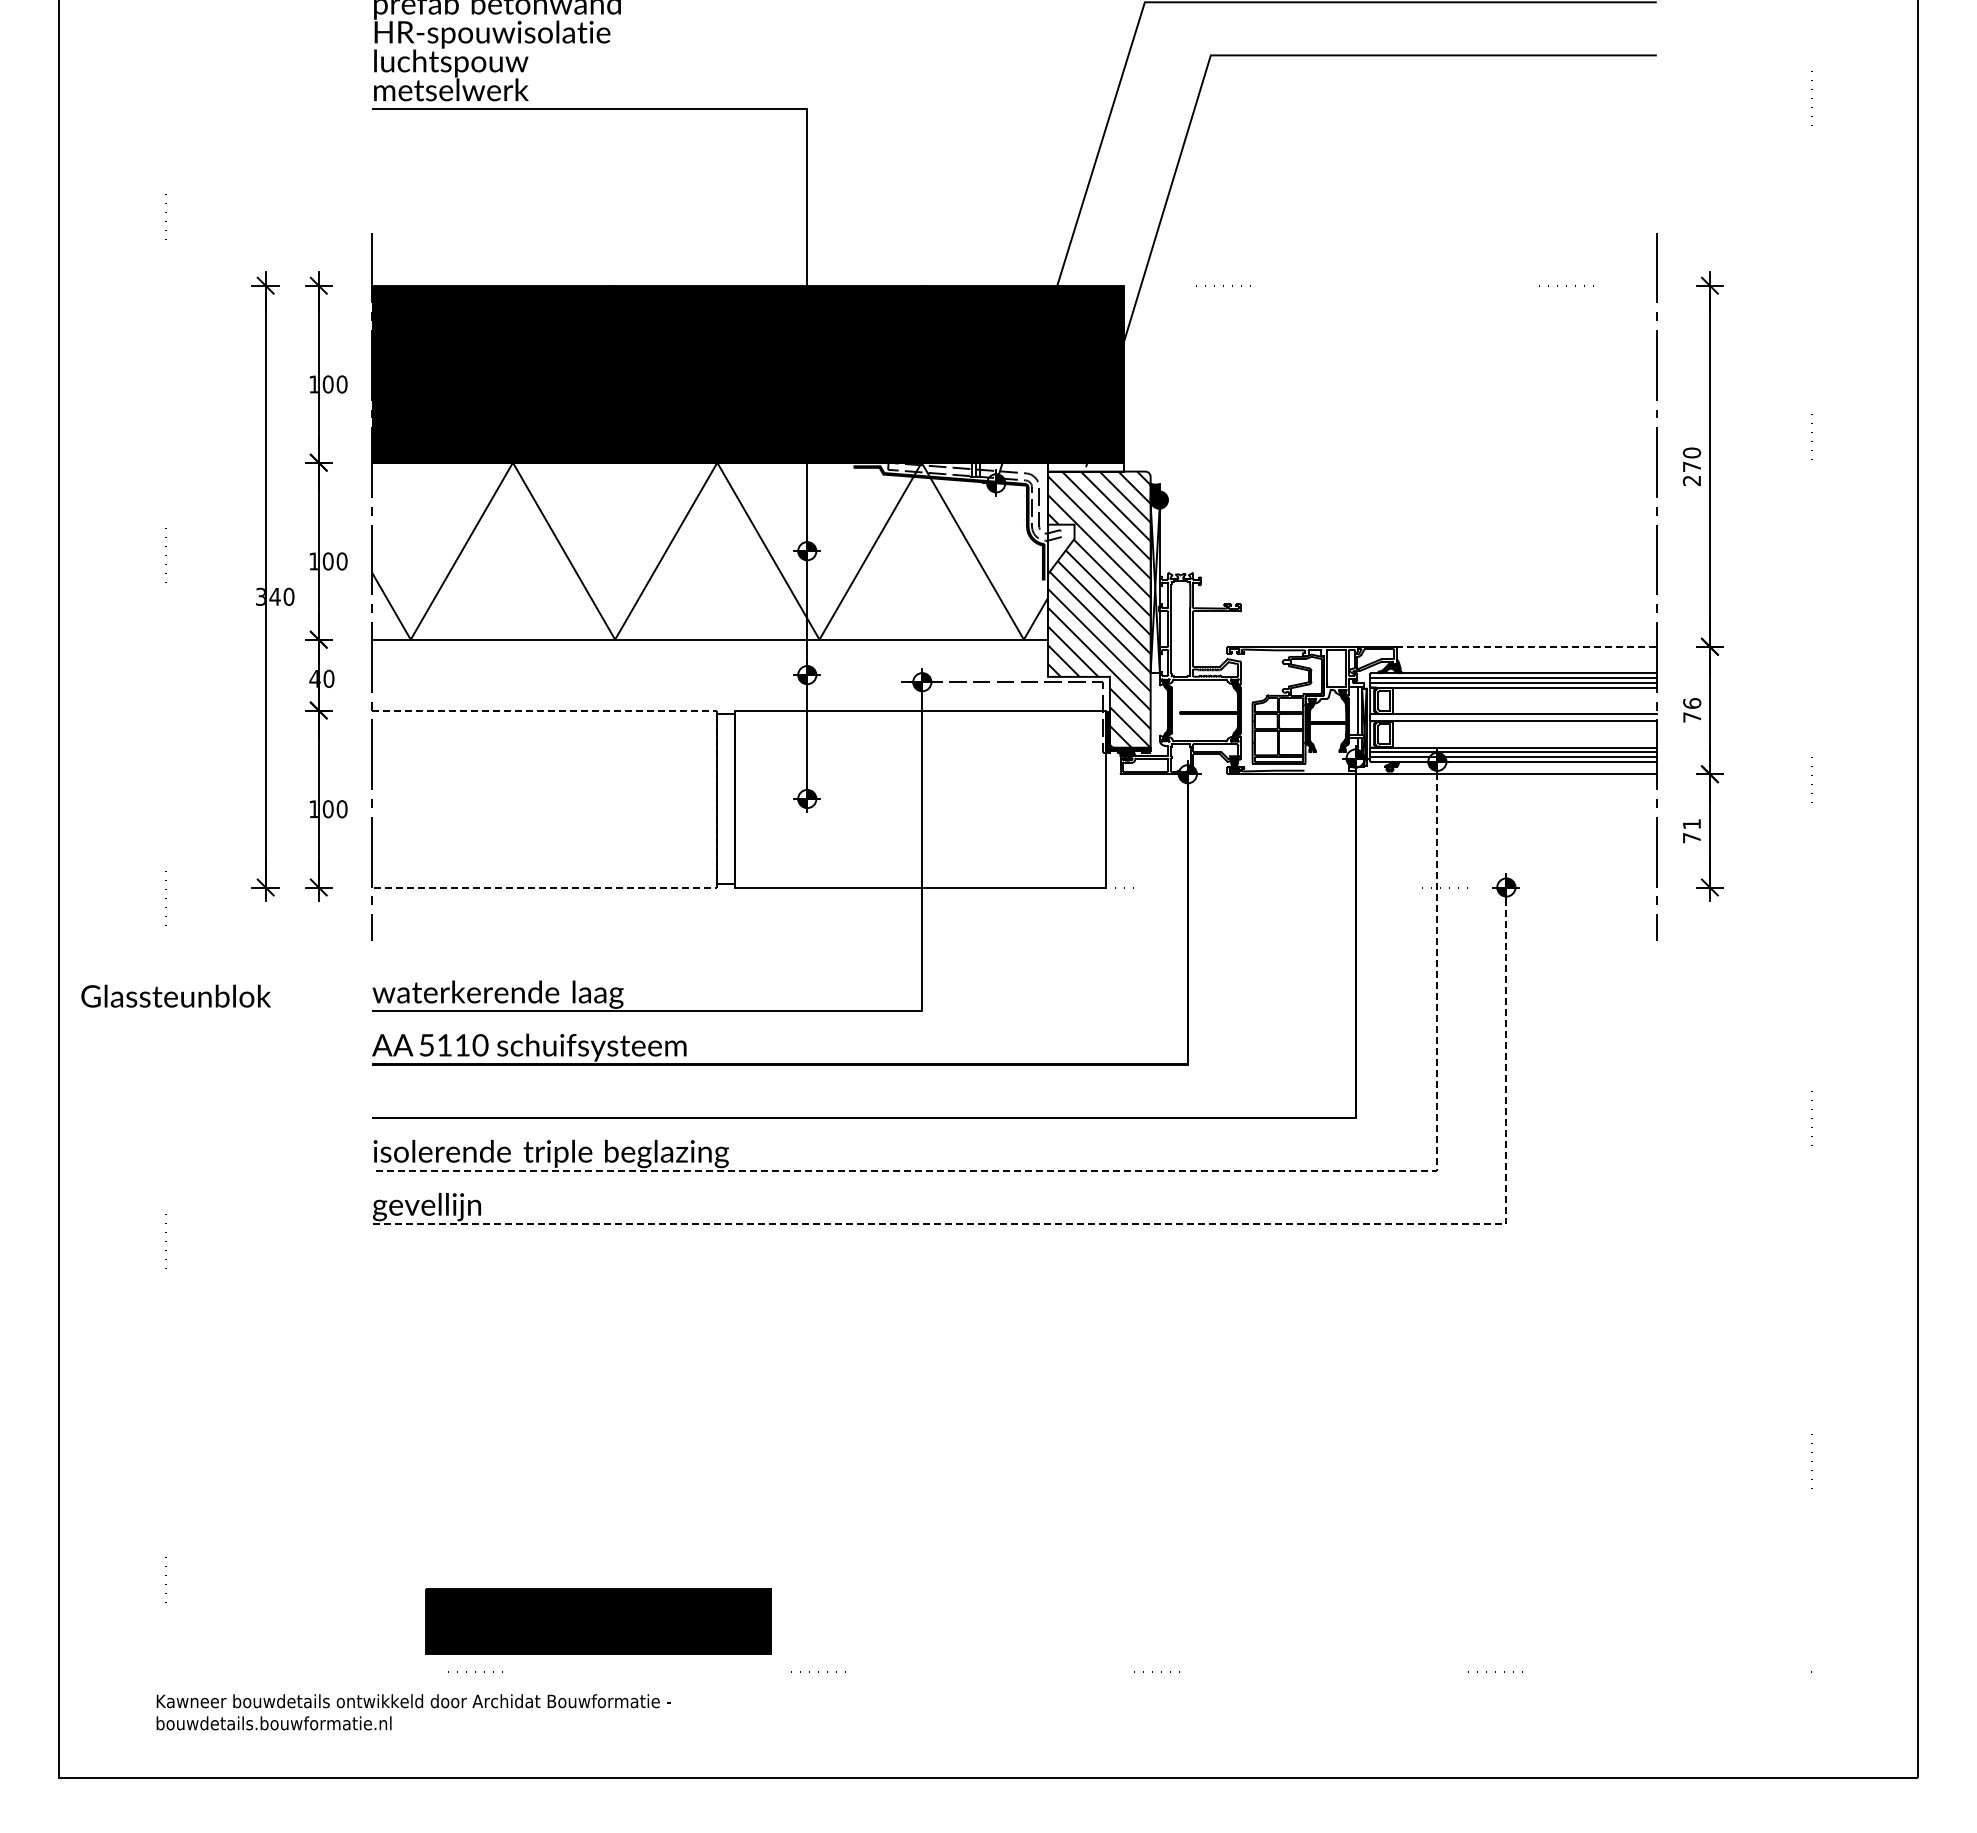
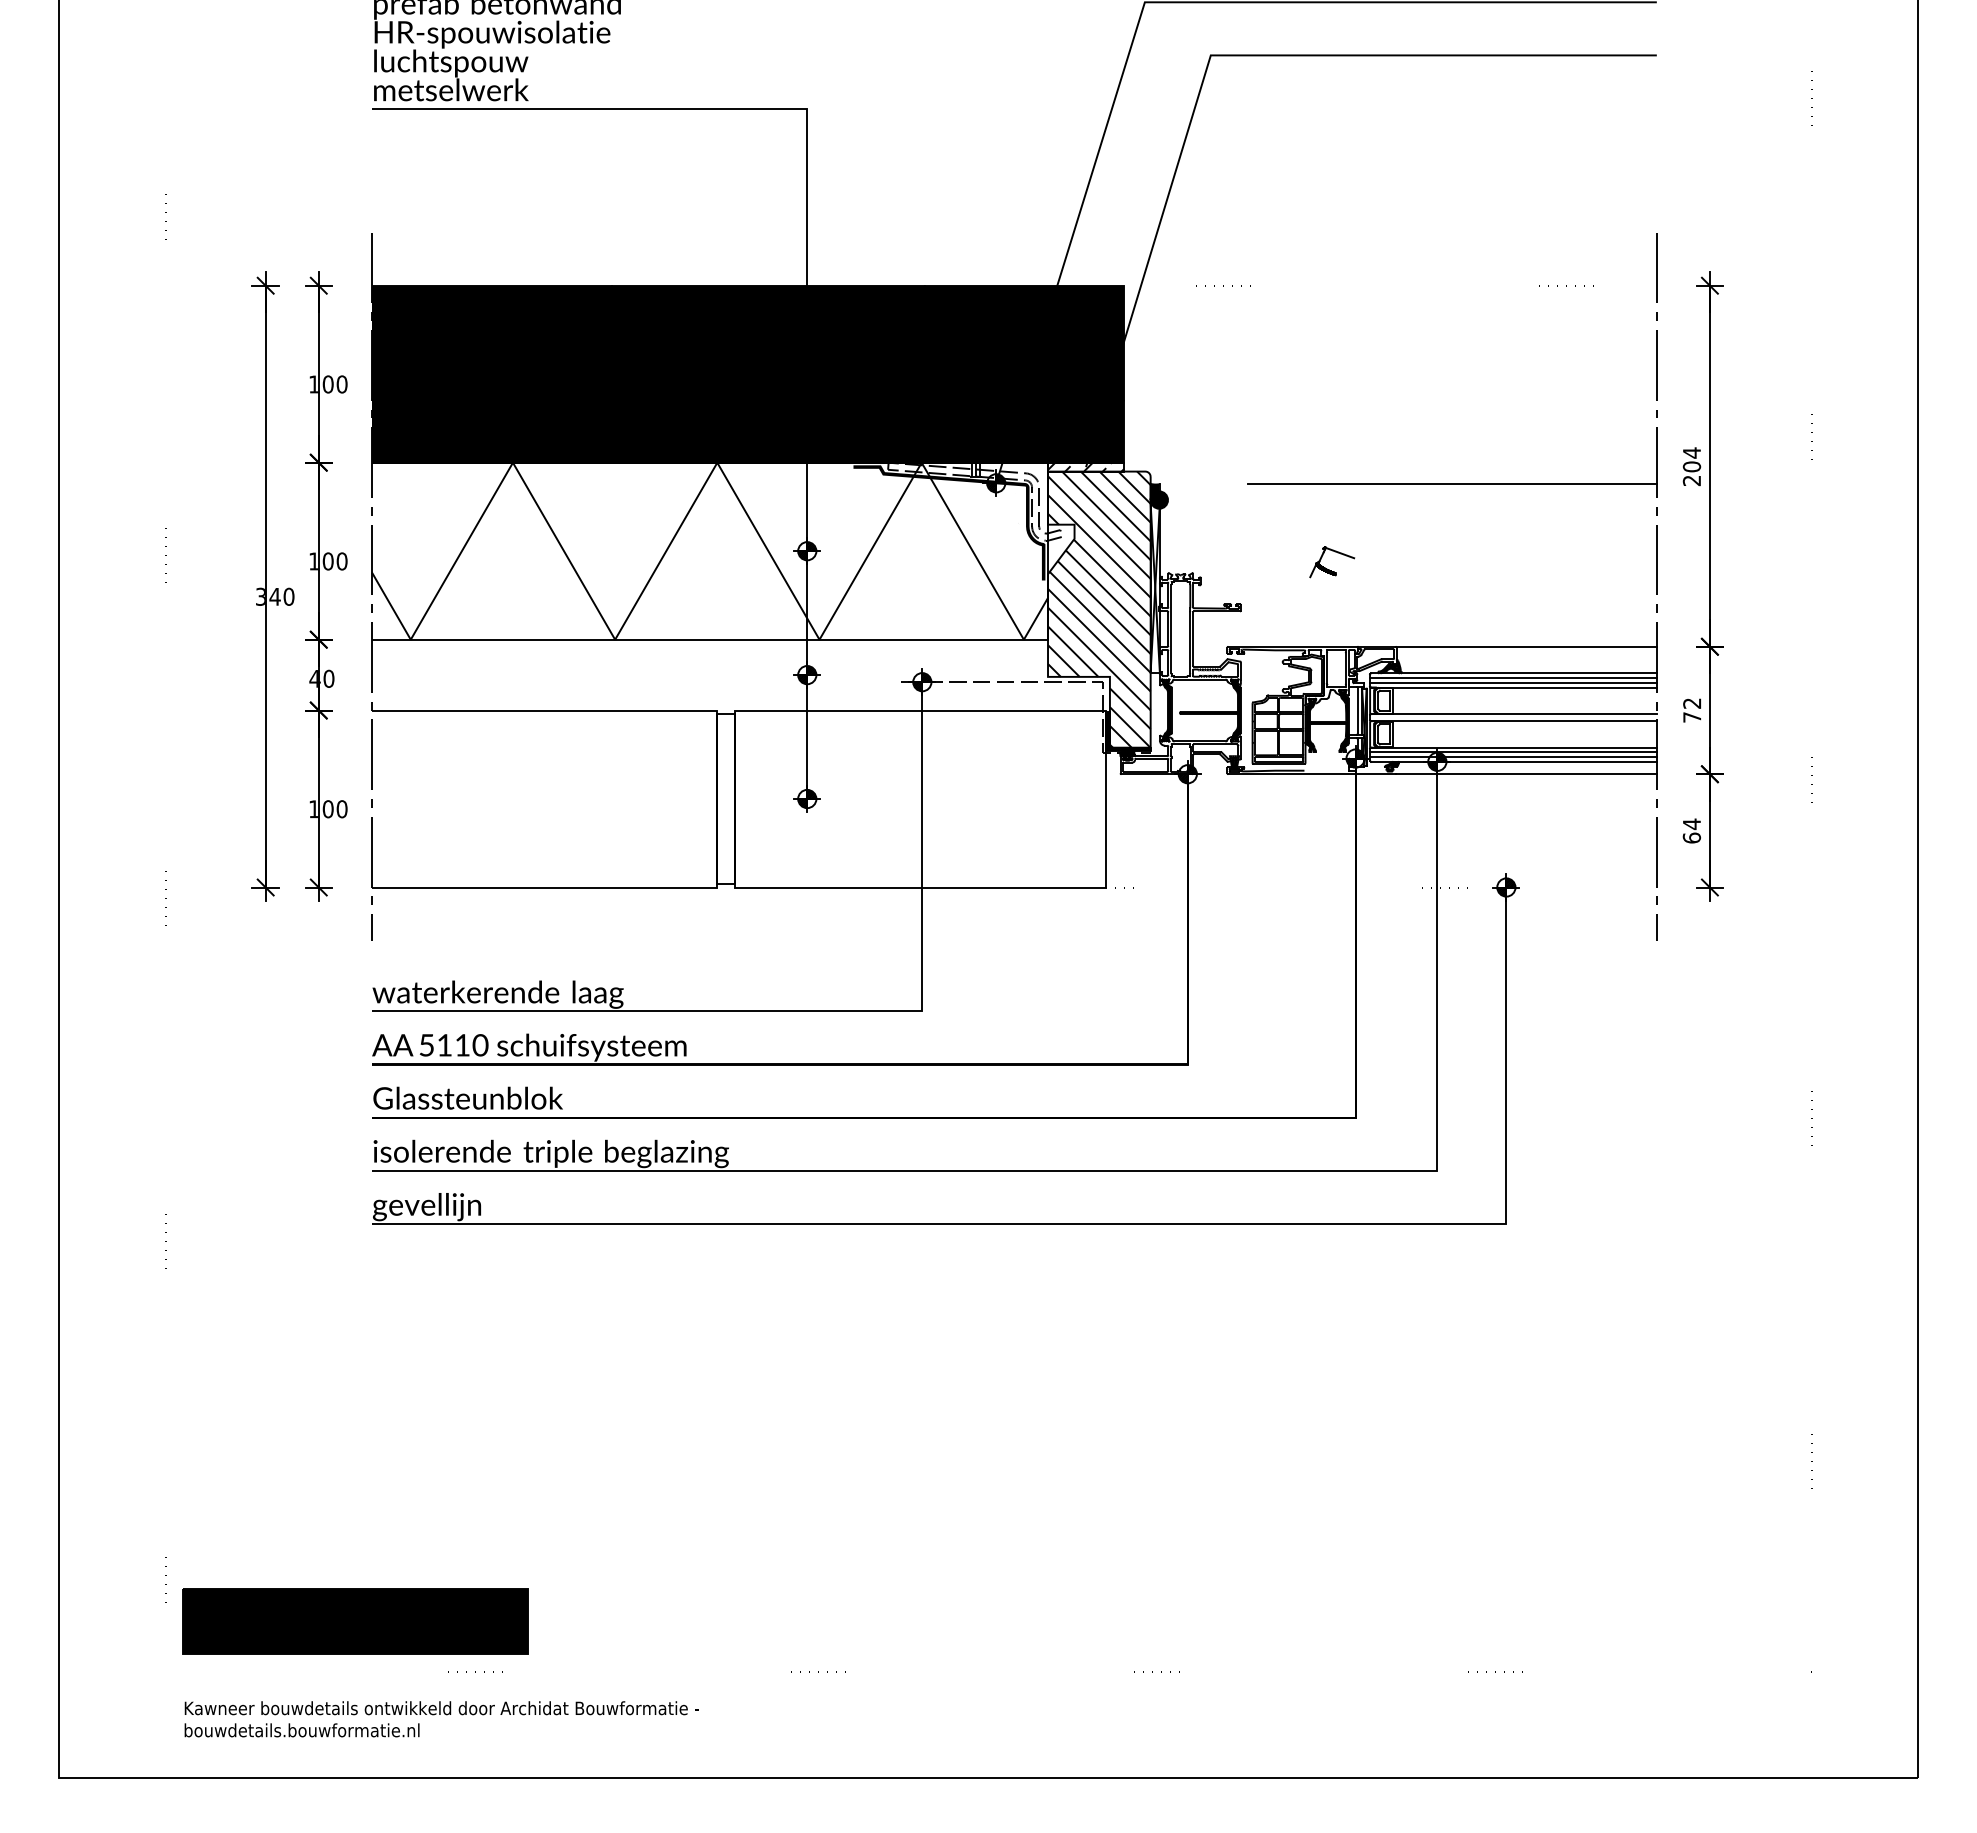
text at (1691, 459): 270 -> 204
hatch at (1086, 466): none -> present
line at (1452, 483): none -> present
part at (1329, 569): none -> present
line at (1526, 646): dashed -> solid
text at (1692, 703): 76 -> 72
line at (717, 799): dashed -> solid
text at (1691, 830): 71 -> 64
text at (175, 995) position: (175, 995) -> (467, 1097)
line at (1109, 1170): dashed -> solid
line at (1107, 1223): dashed -> solid
part at (598, 1621) position: (598, 1621) -> (355, 1621)
text at (413, 1712) position: (413, 1712) -> (441, 1719)
